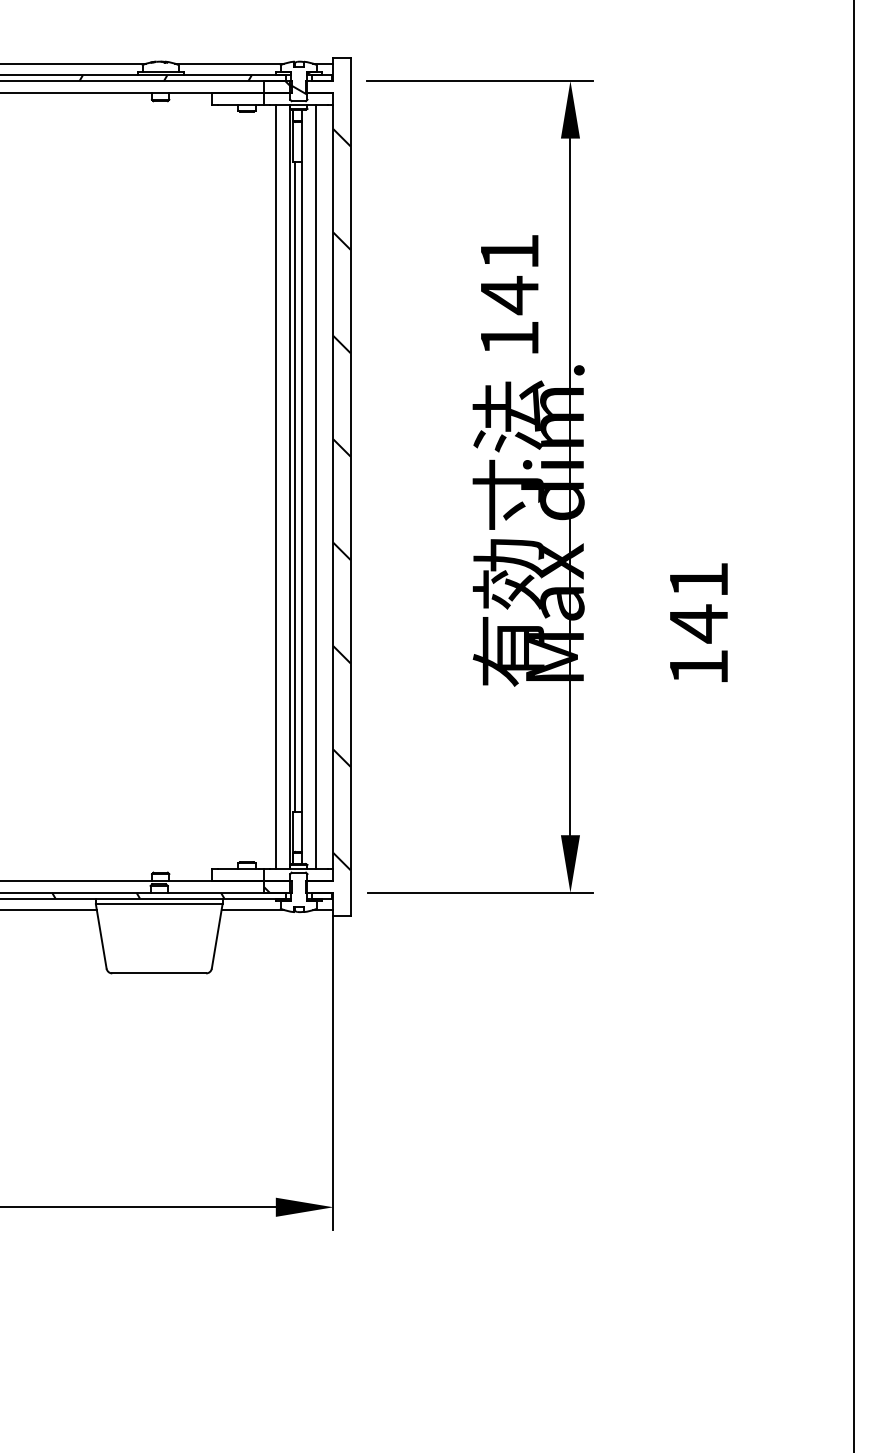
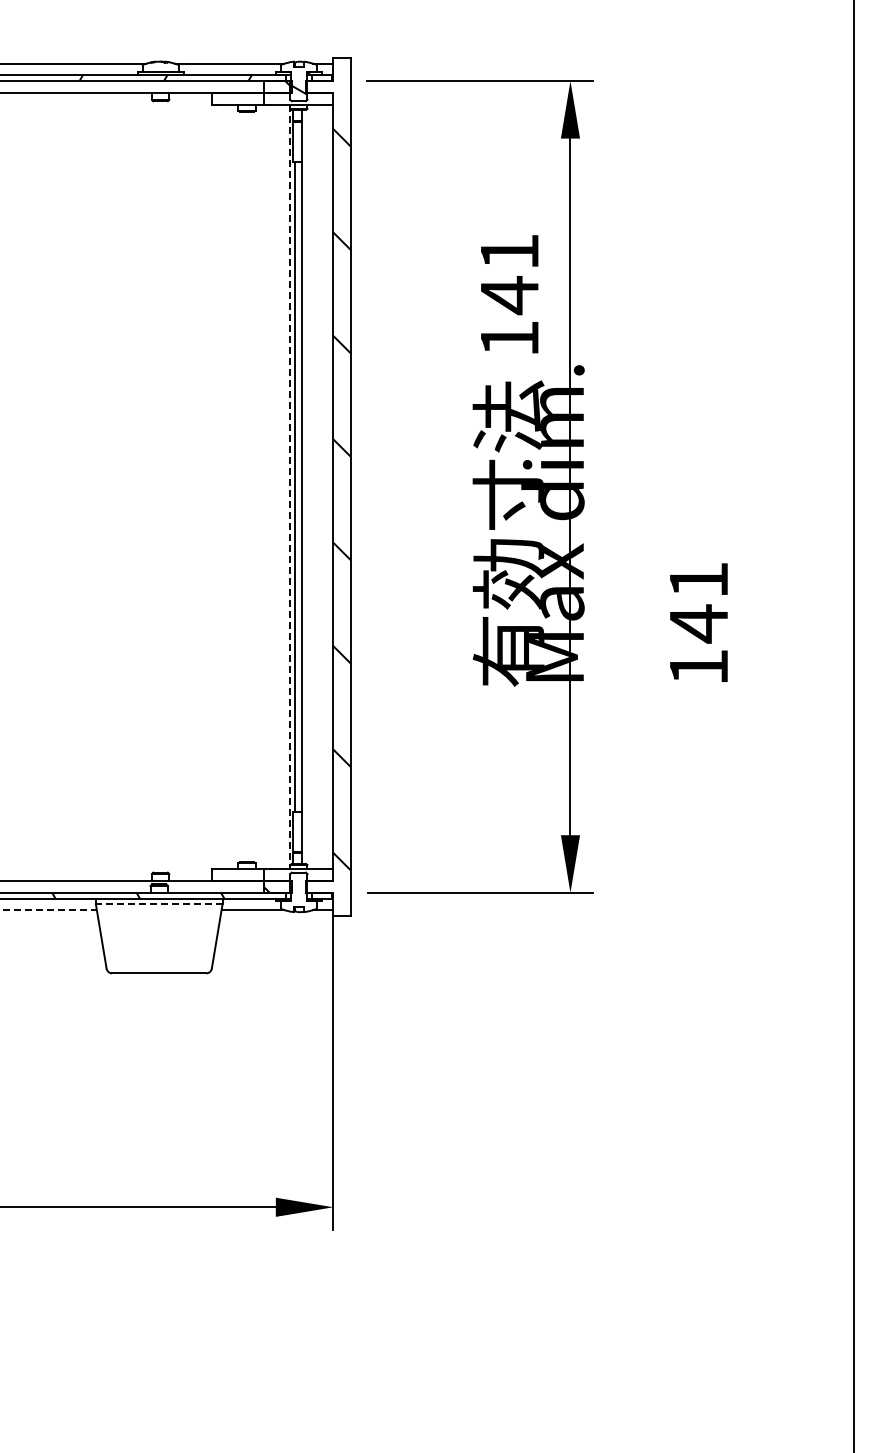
line at (275, 486): present -> none
line at (316, 486): present -> none
line at (289, 487): solid -> dashed
line at (158, 904): solid -> dashed
line at (48, 910): solid -> dashed
